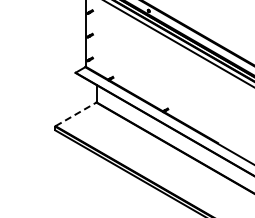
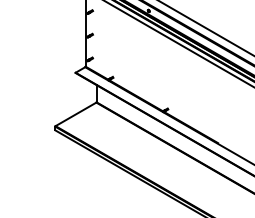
line at (206, 28): none -> present
line at (76, 114): dashed -> solid
